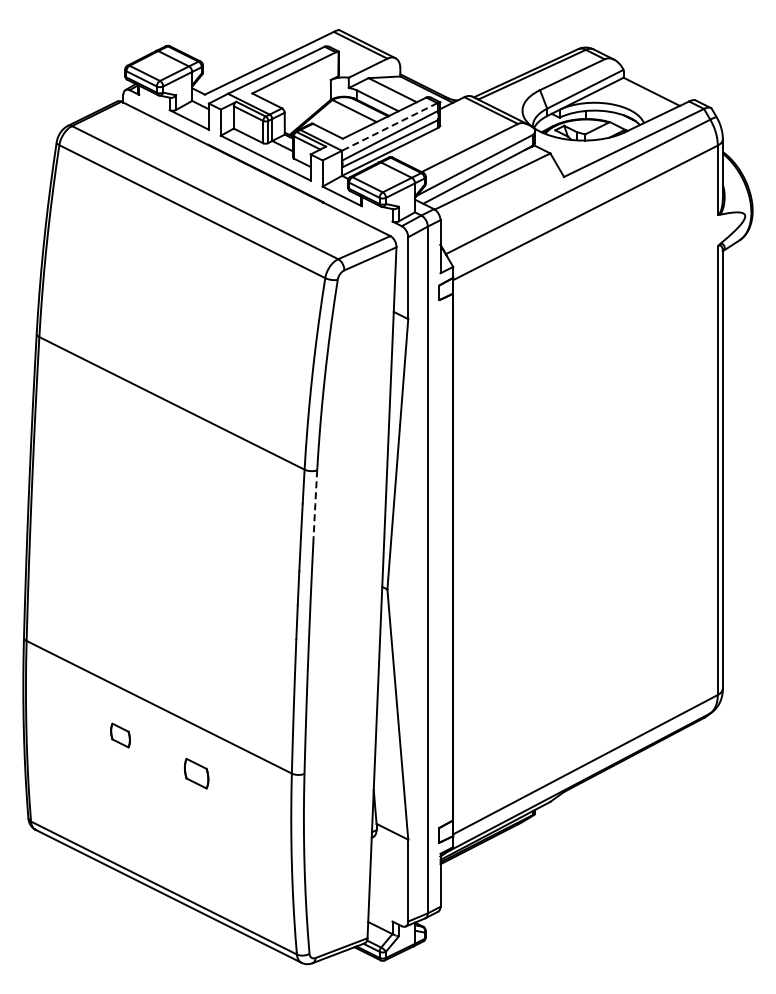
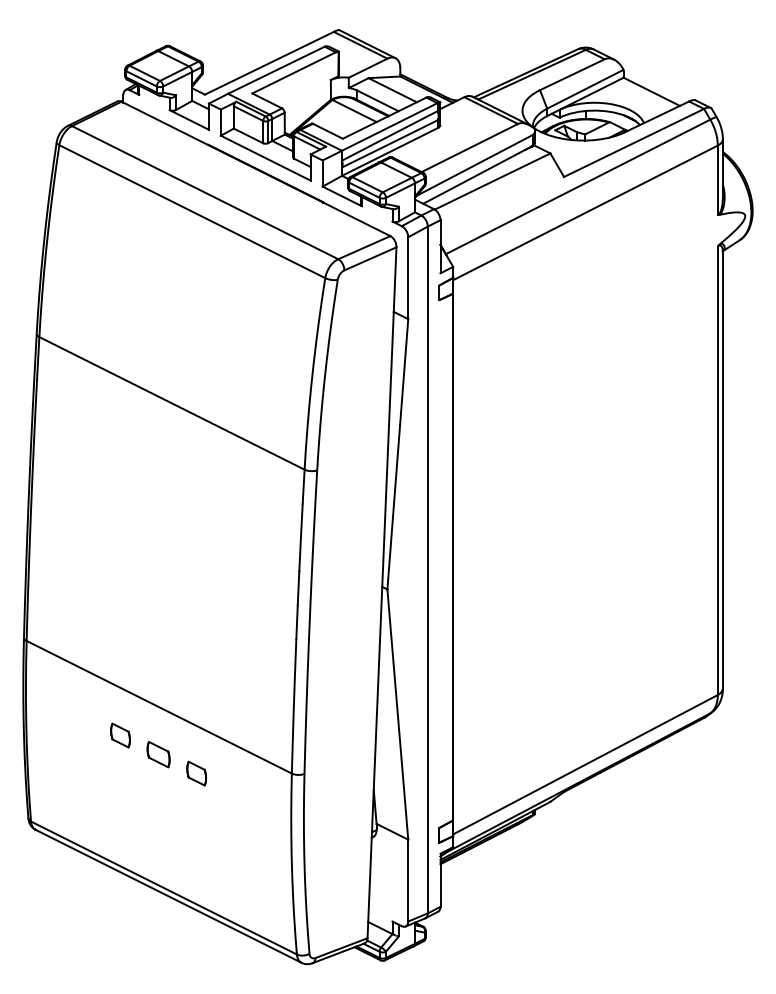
line at (389, 127): dashed -> solid
line at (315, 504): dashed -> solid
part at (158, 754): none -> present
part at (196, 773) size: 27x33 px -> 22x27 px
